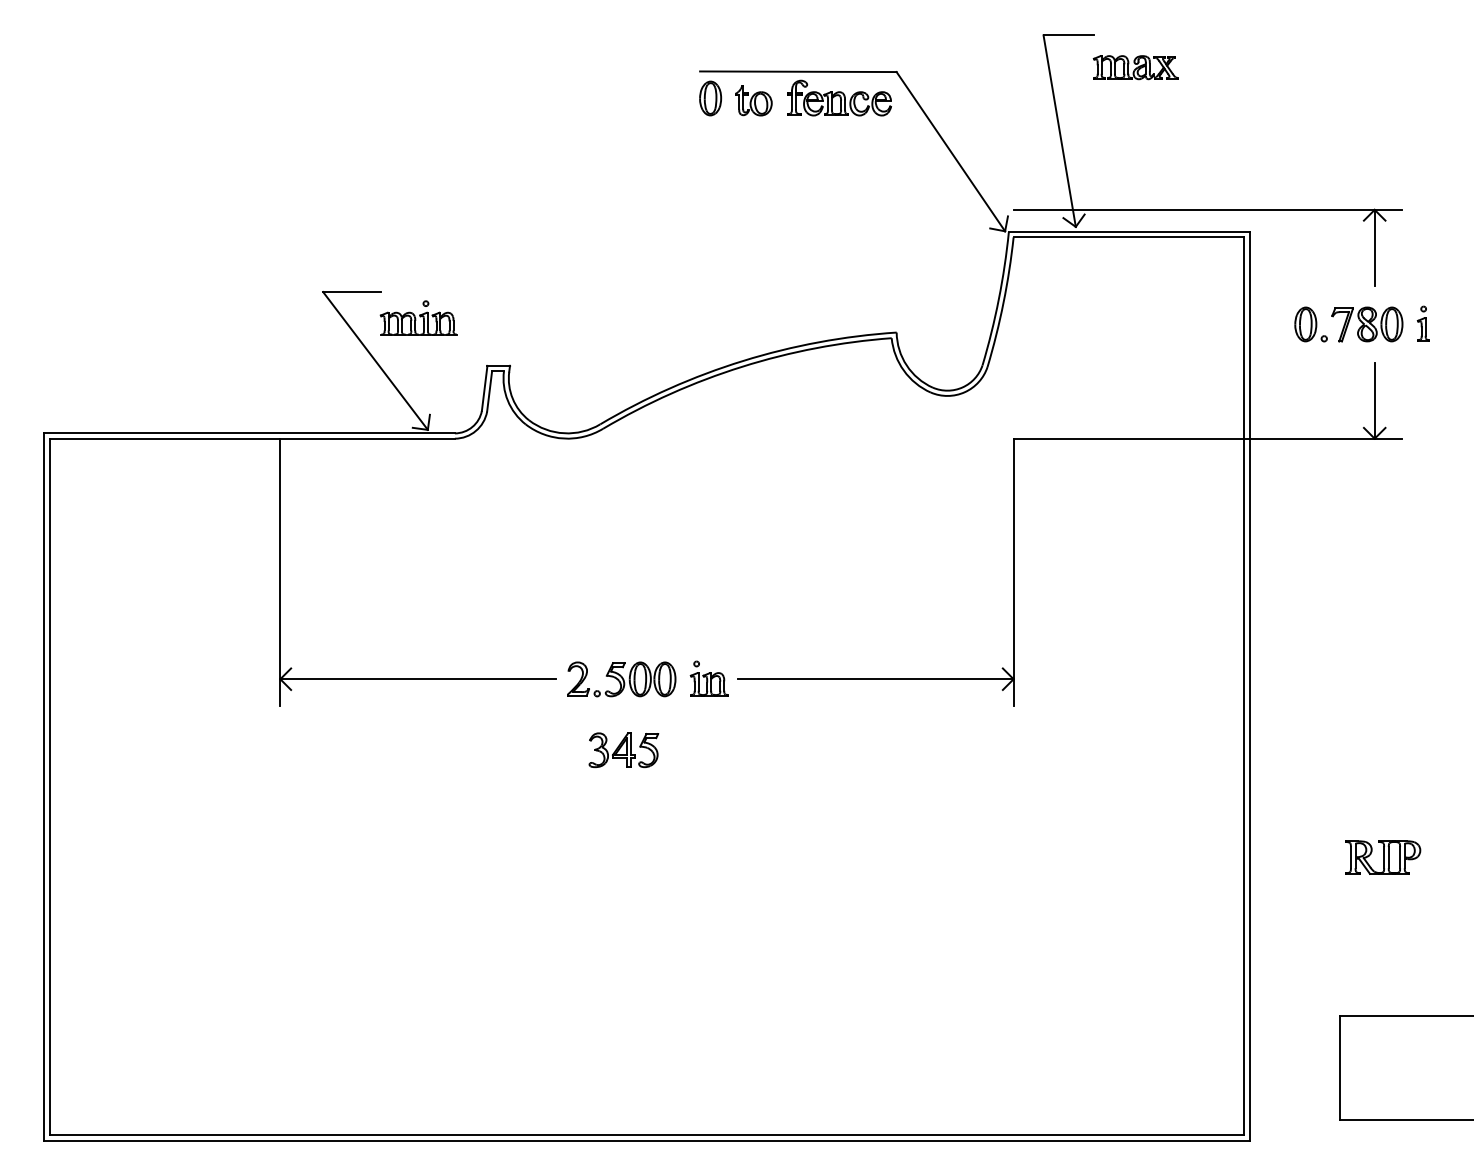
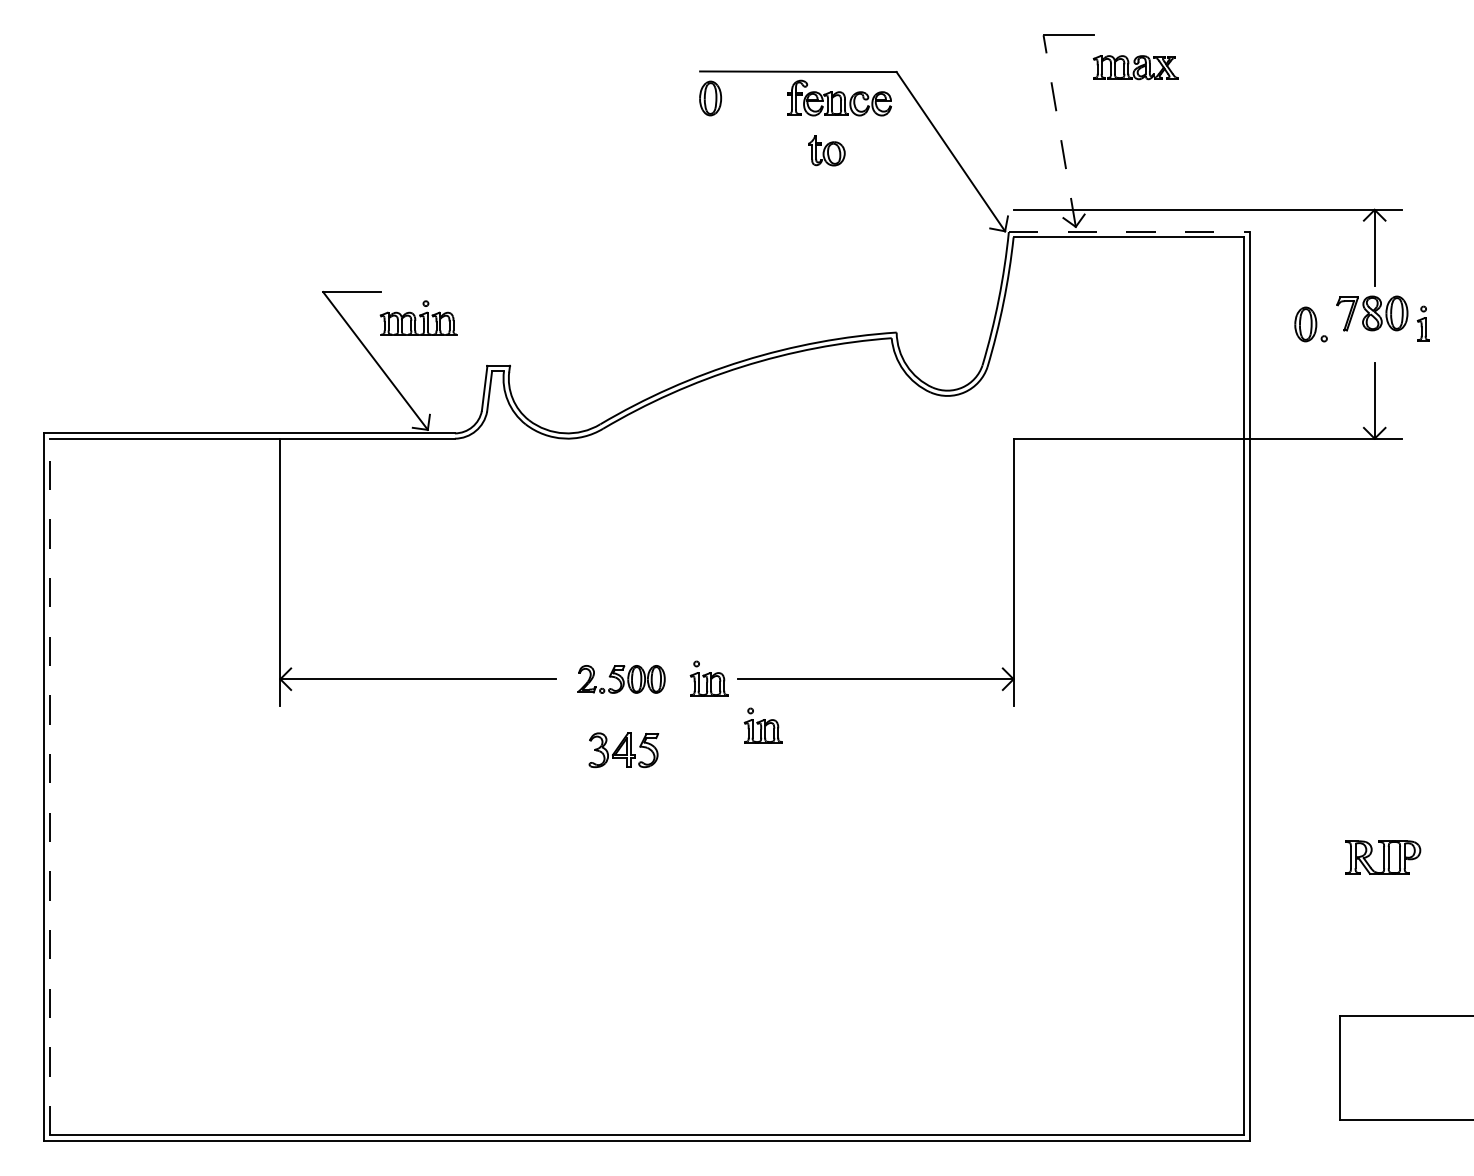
part at (753, 100) position: (753, 100) -> (826, 150)
line at (1059, 130): solid -> dashed
line at (1129, 232): solid -> dashed
part at (1367, 324) position: (1367, 324) -> (1372, 313)
part at (621, 679) size: 110x37 px -> 89x29 px
part at (762, 725): none -> present
line at (49, 786): solid -> dashed
